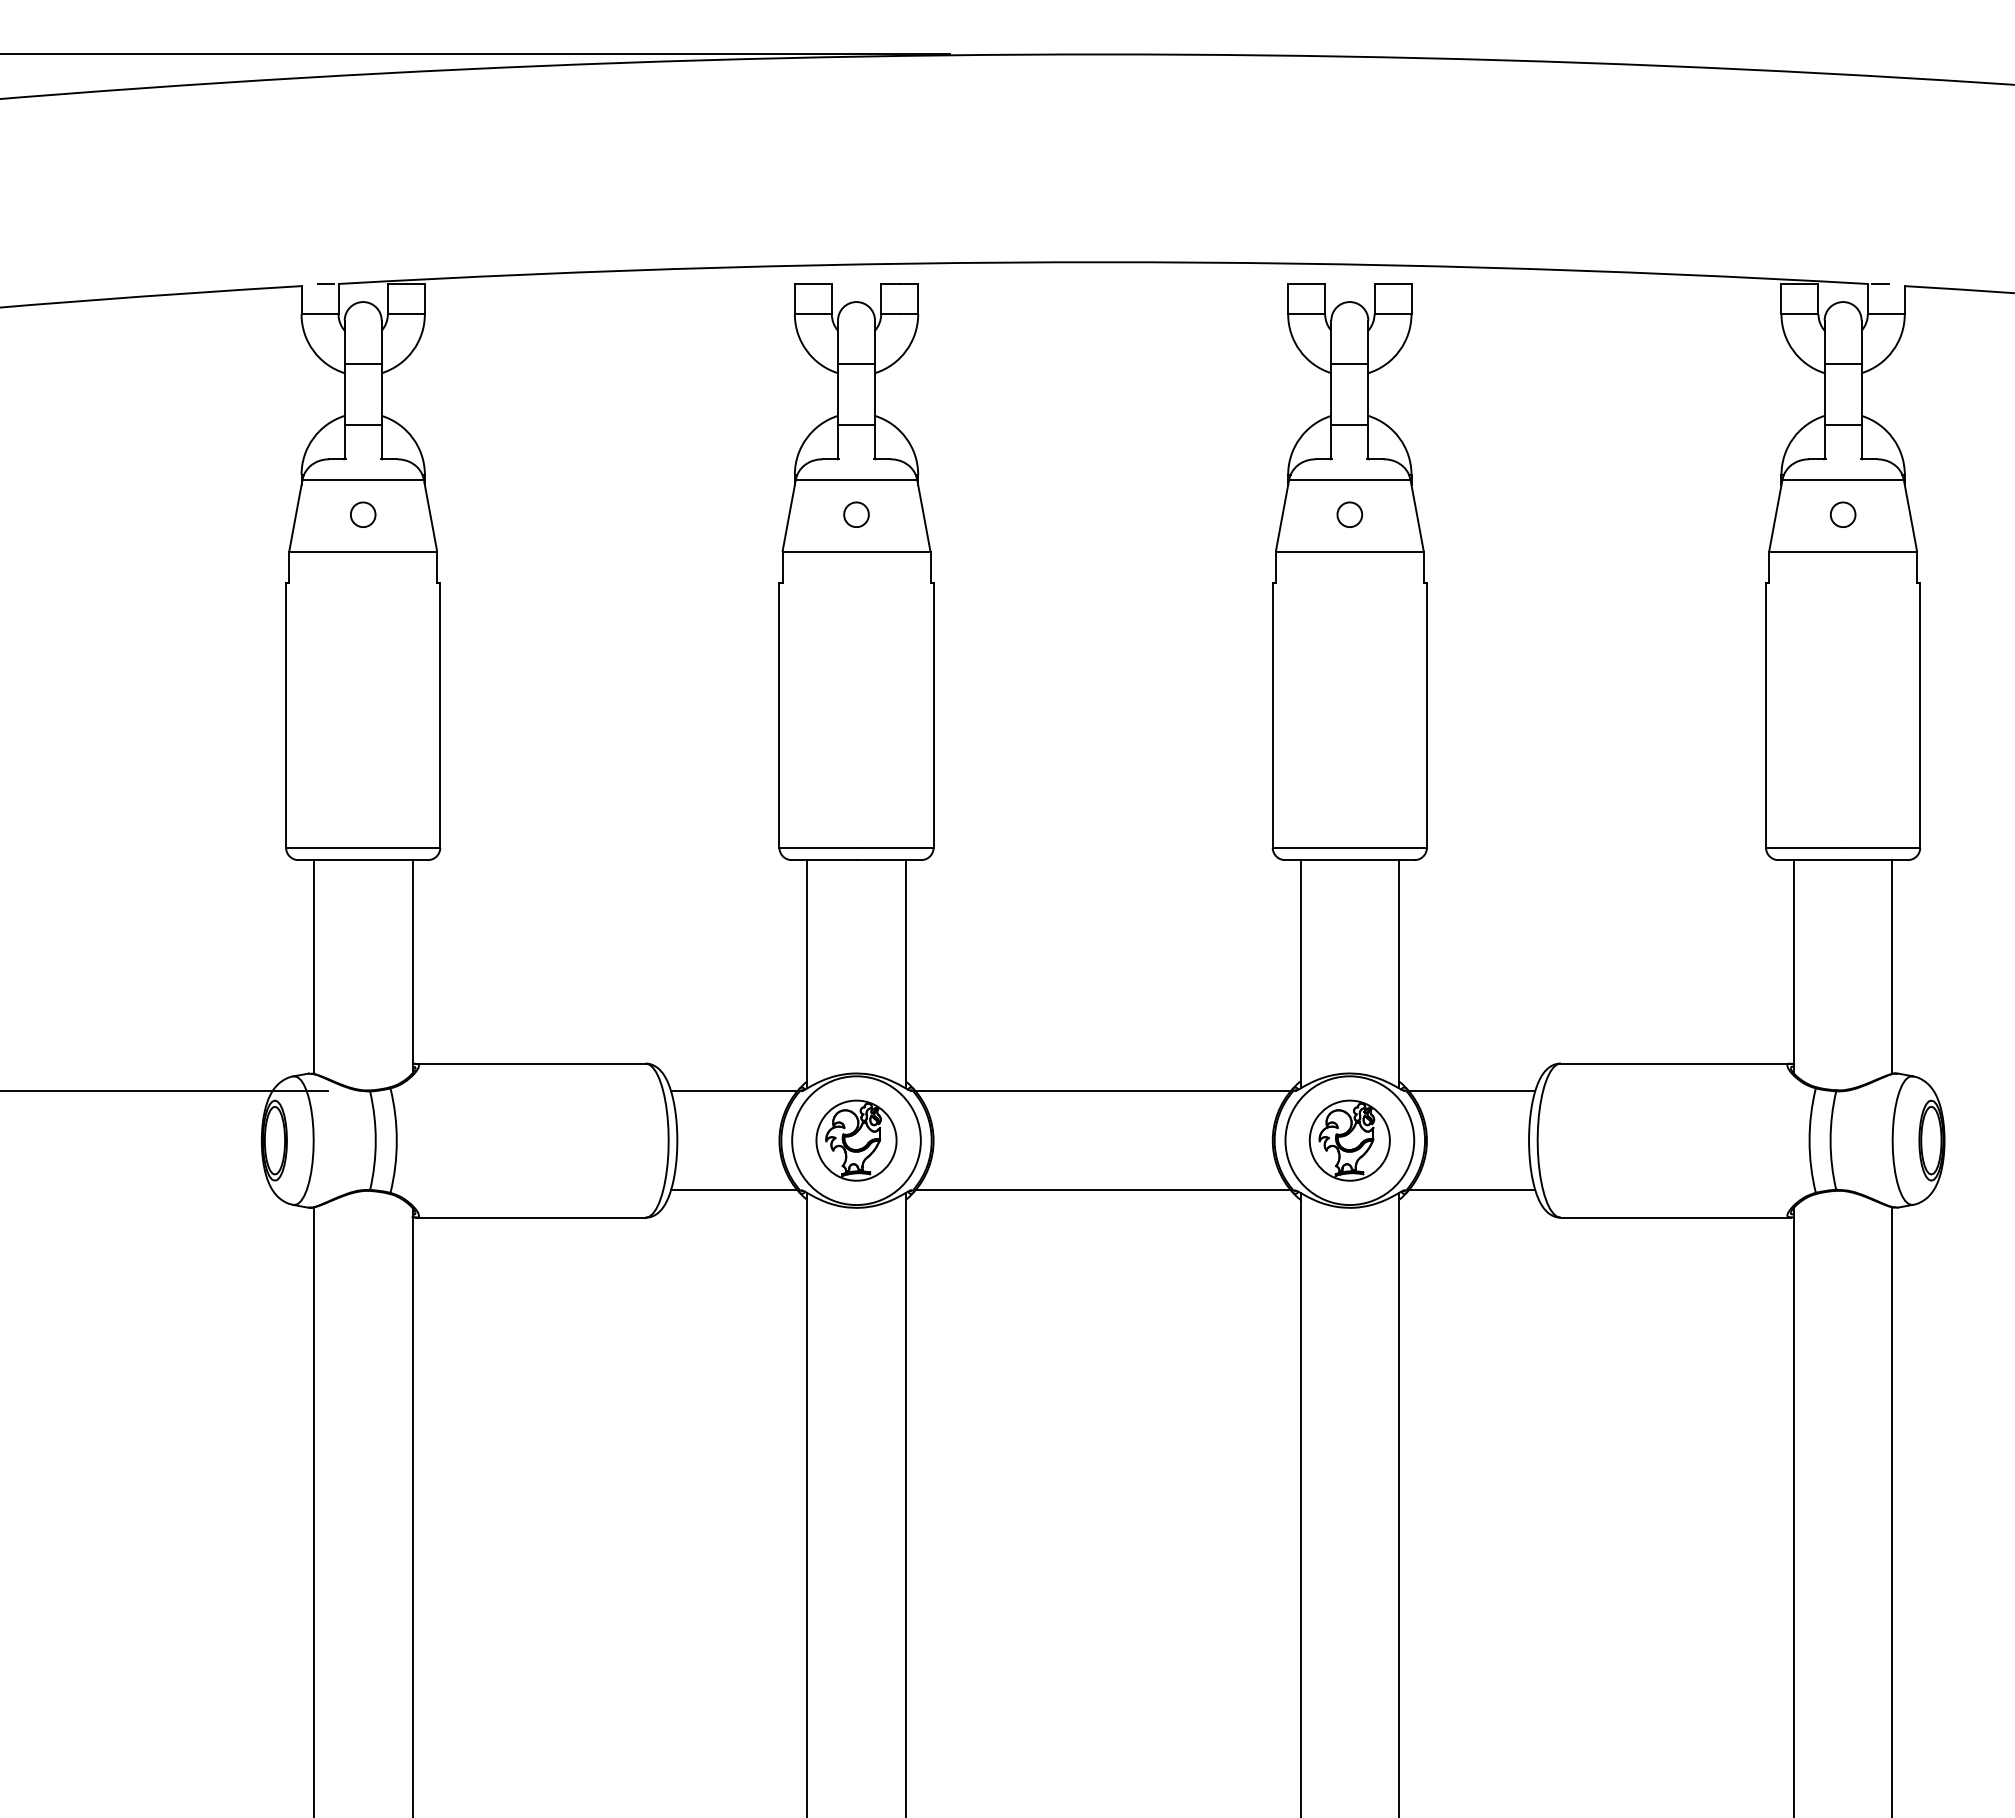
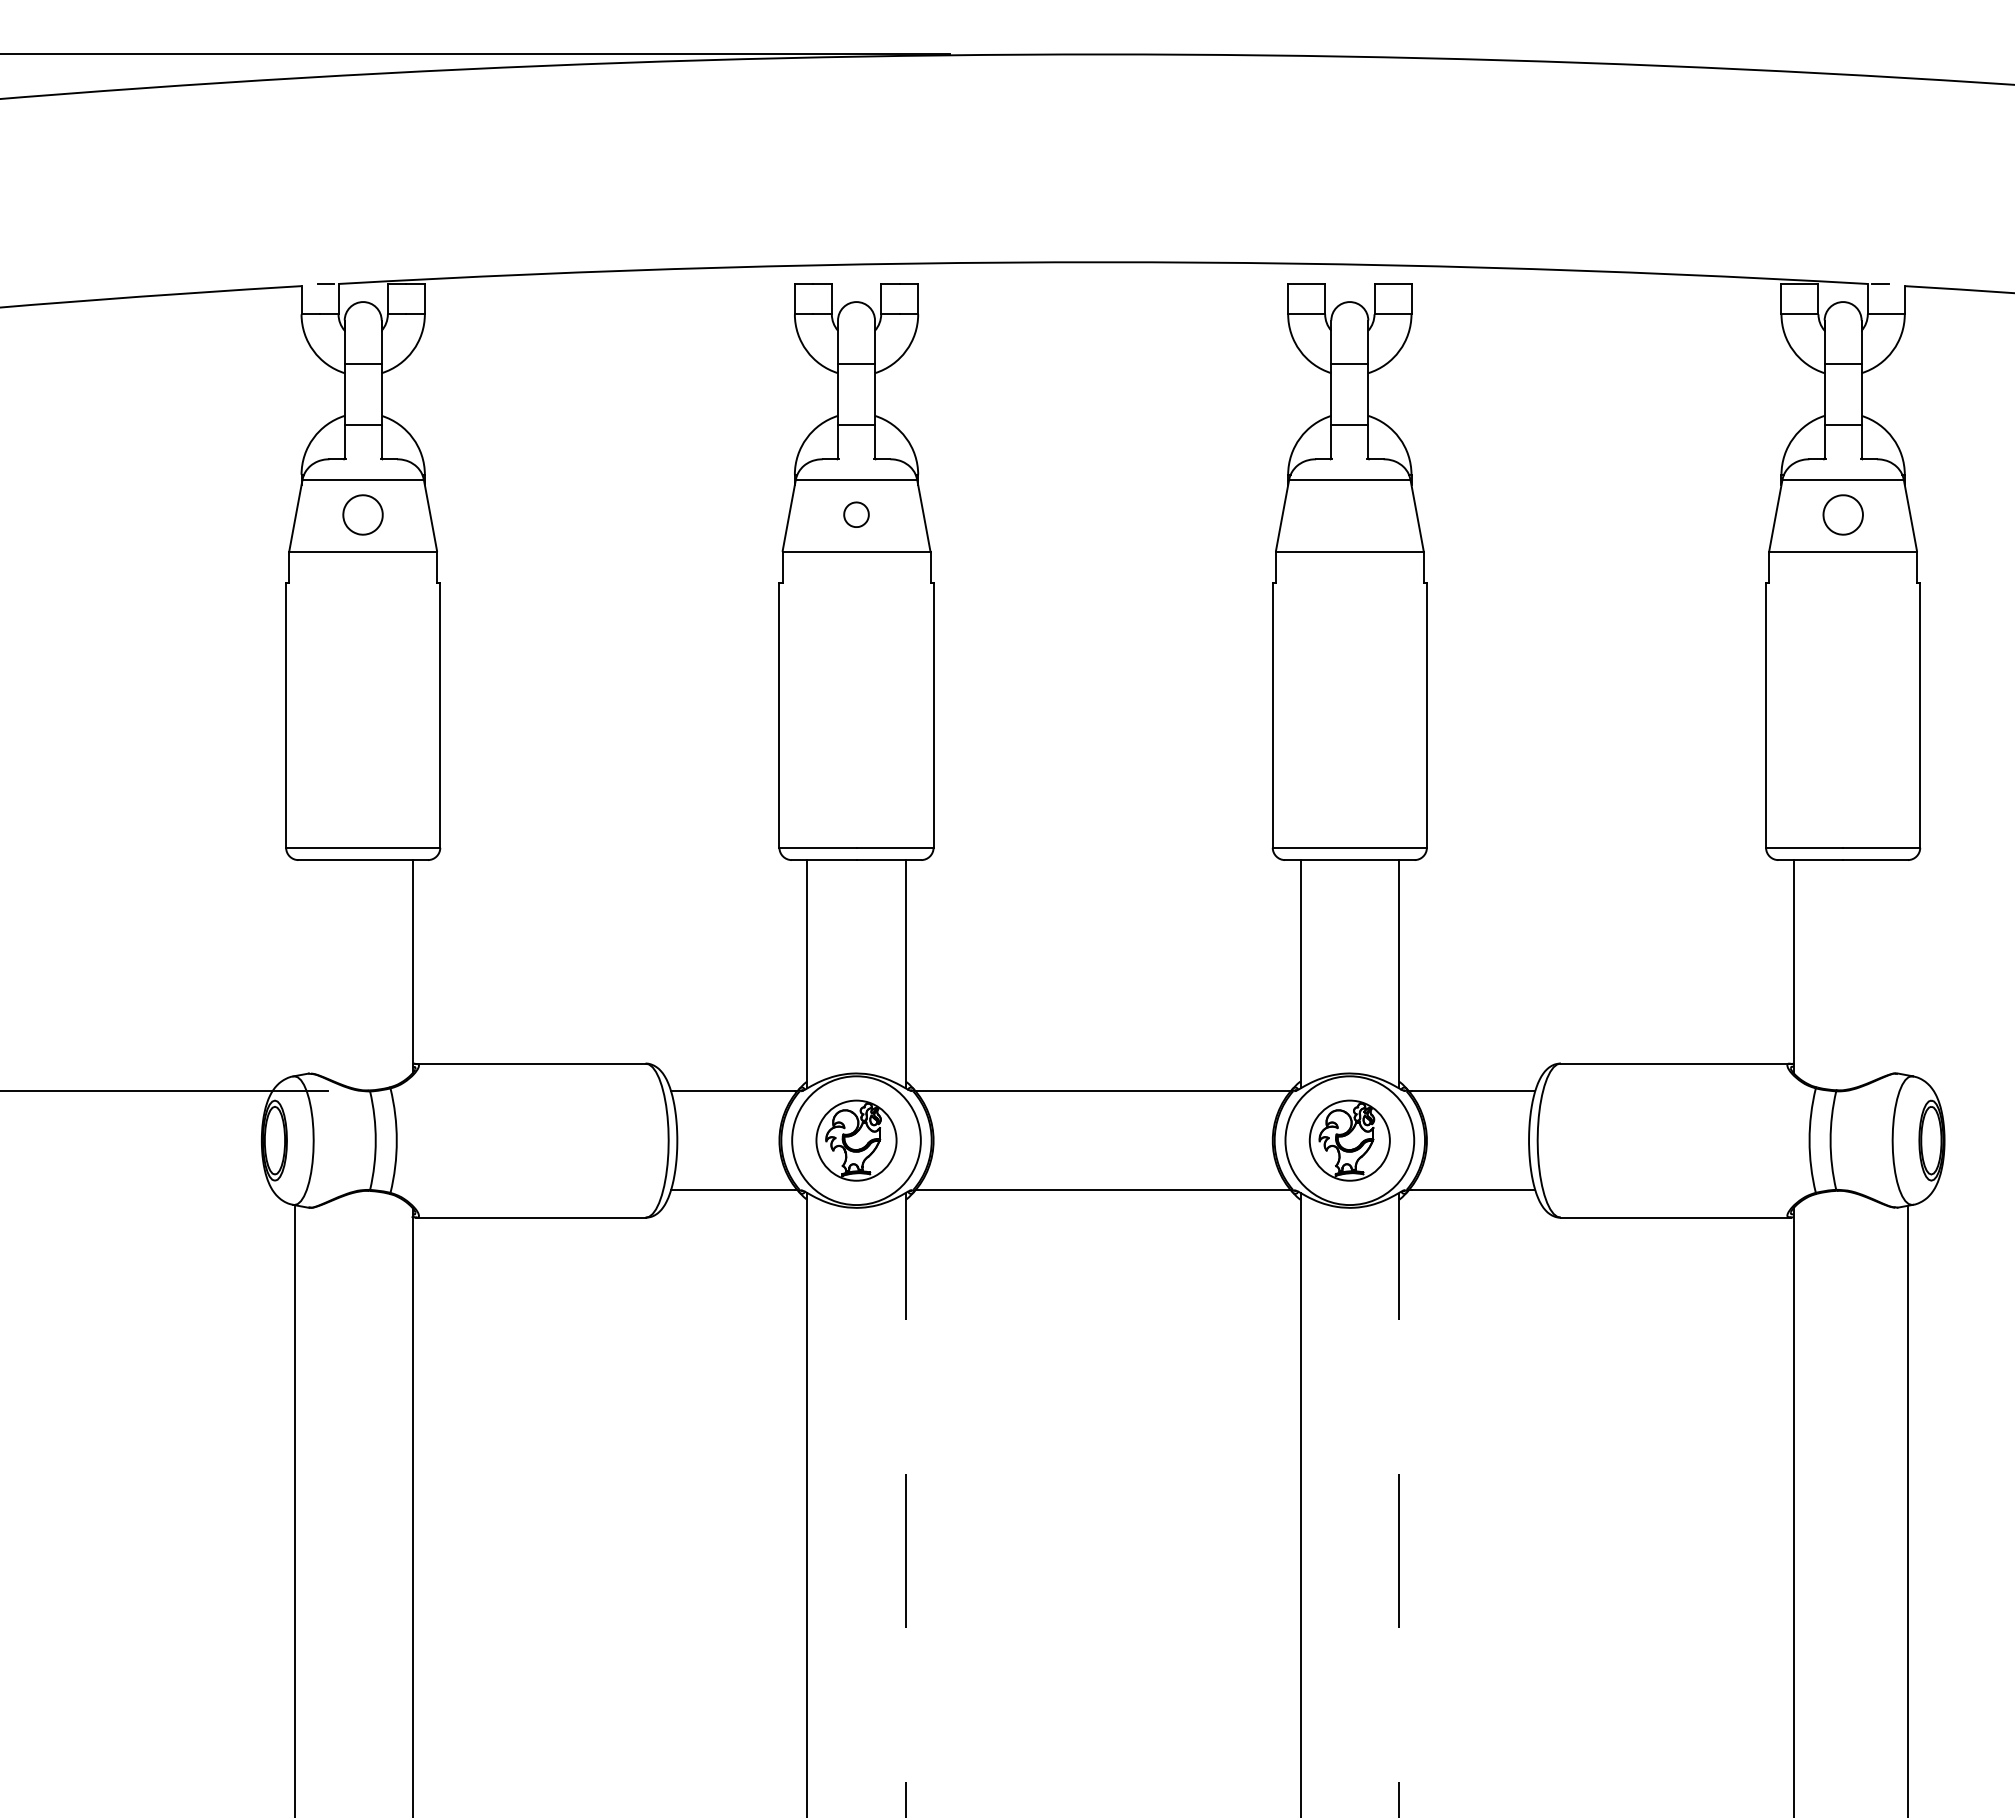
part at (363, 514) size: 27x27 px -> 42x42 px
part at (1349, 514): present -> none
part at (1842, 514) size: 28x27 px -> 42x42 px
line at (1892, 966): present -> none
line at (313, 967): present -> none
line at (905, 1504): solid -> dashed
line at (1399, 1504): solid -> dashed
line at (313, 1510) position: (313, 1510) -> (294, 1510)
line at (1892, 1510) position: (1892, 1510) -> (1908, 1510)
